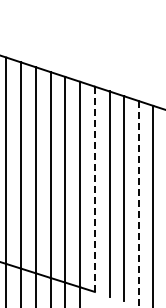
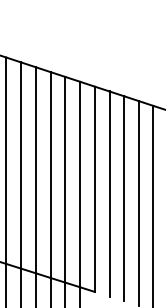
line at (94, 189): dashed -> solid
line at (138, 202): dashed -> solid
